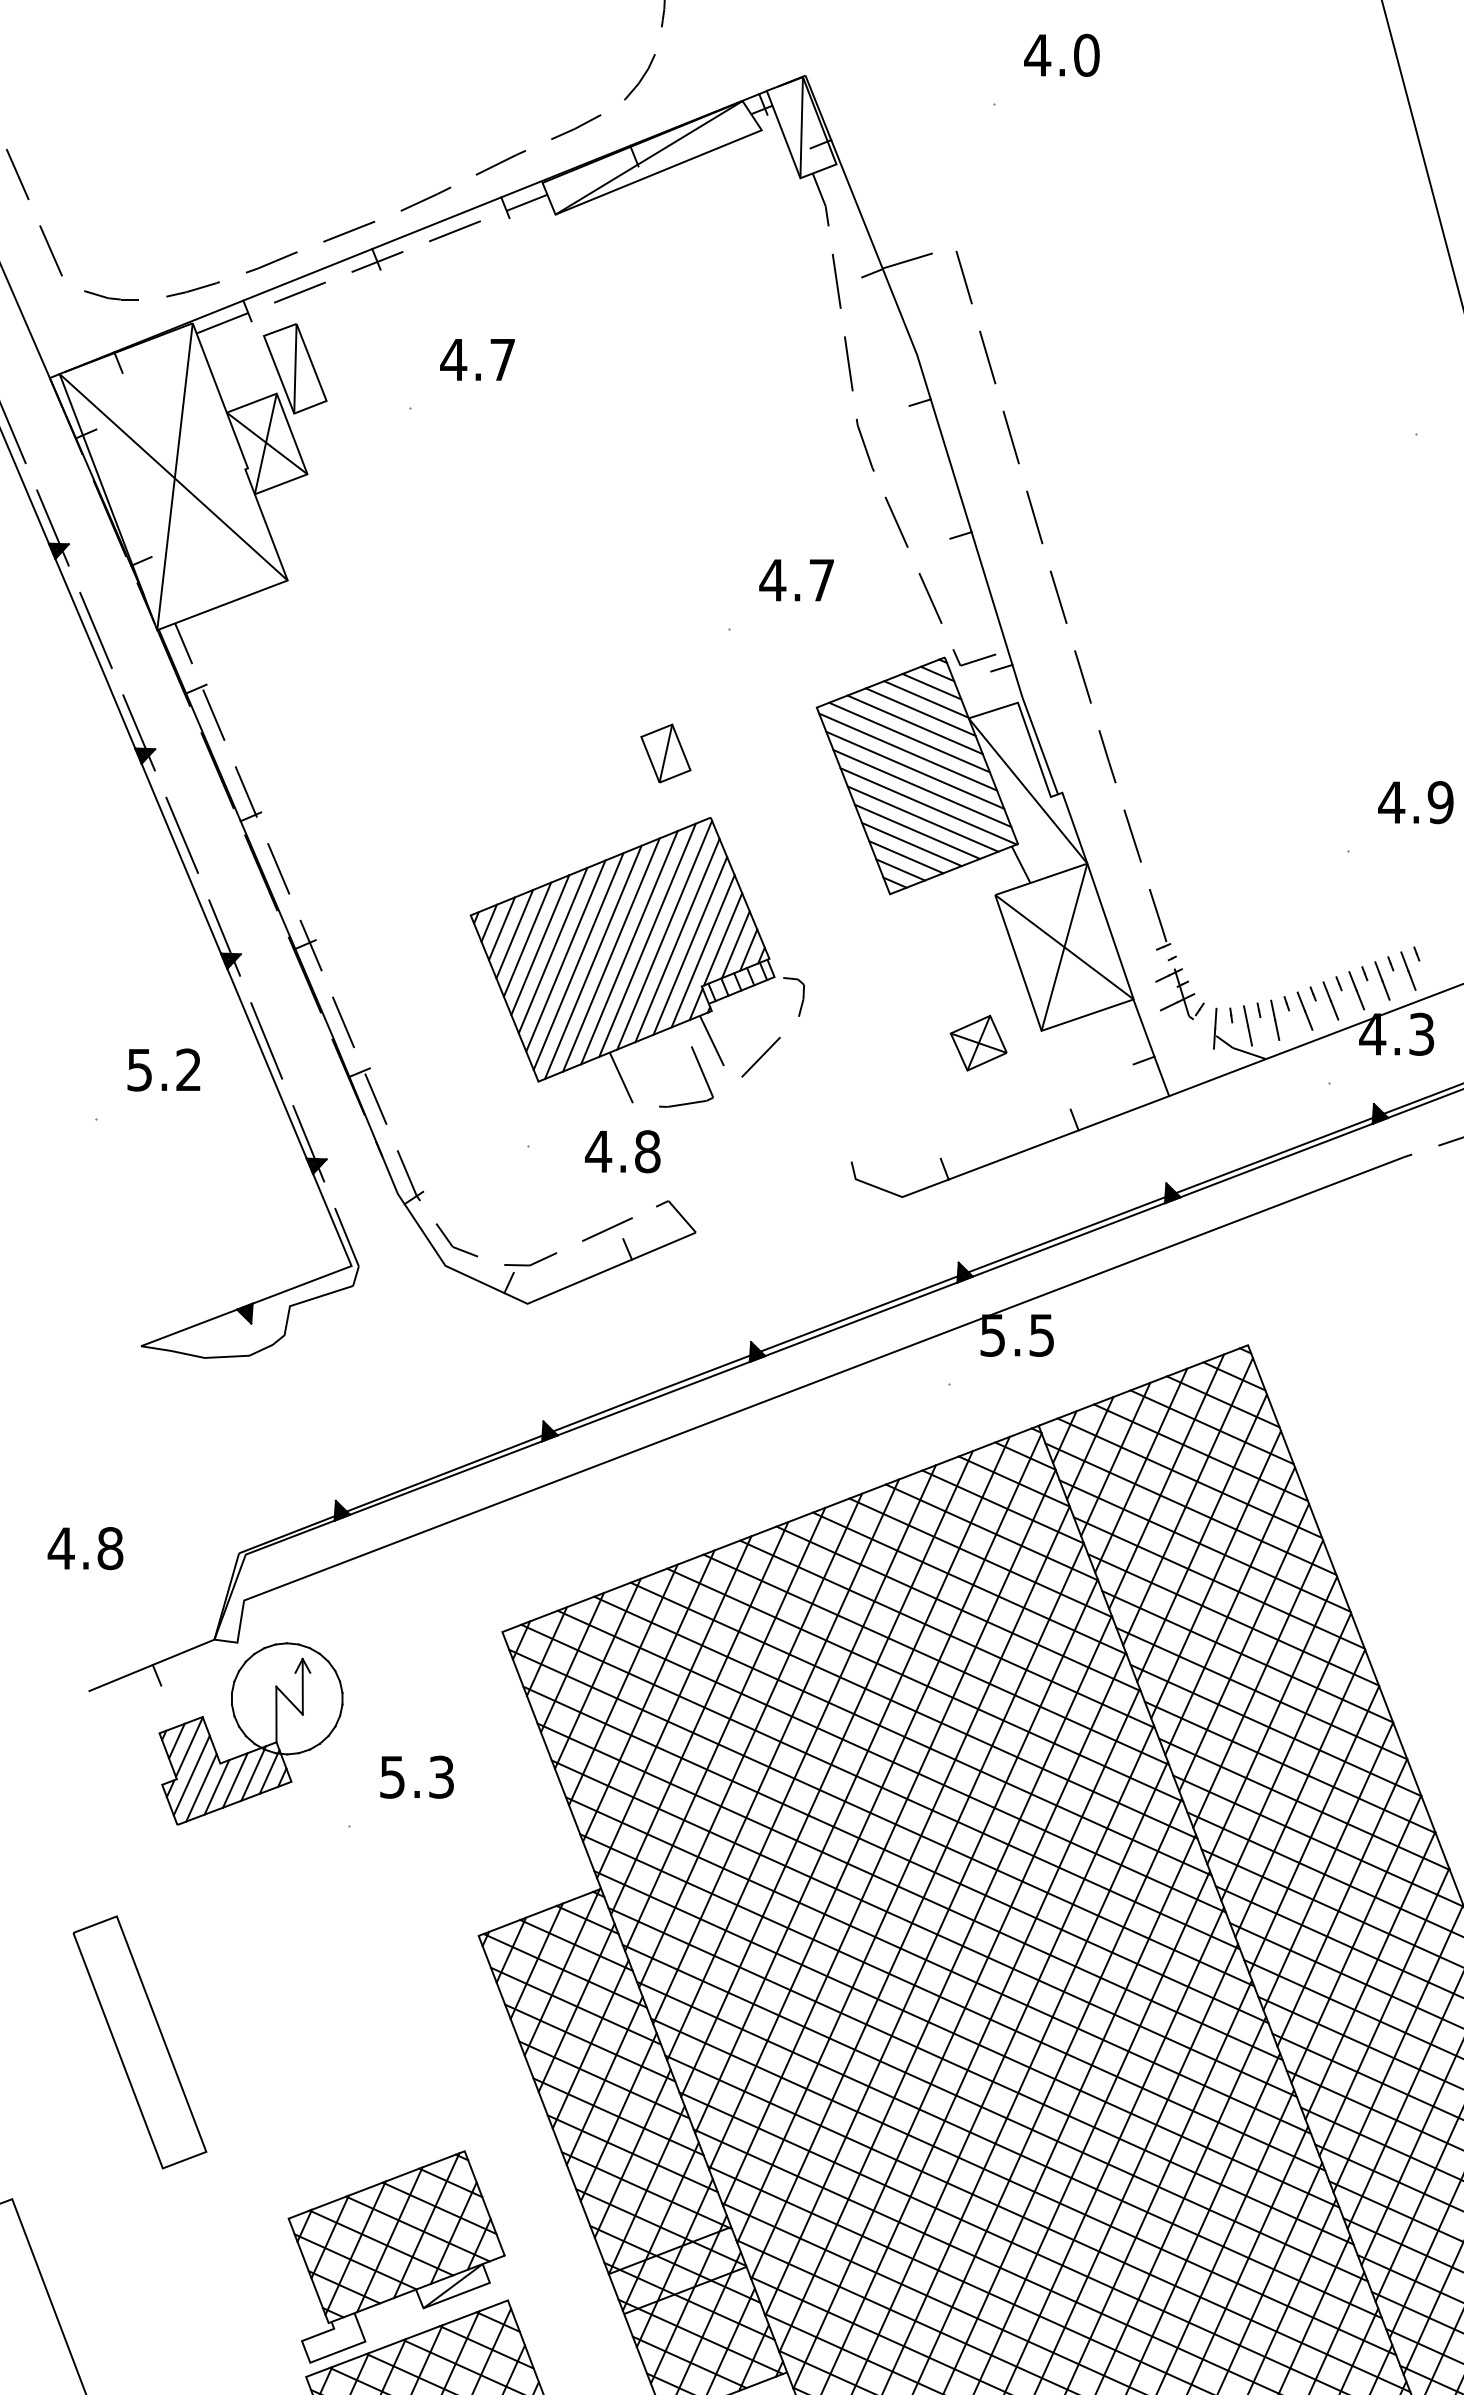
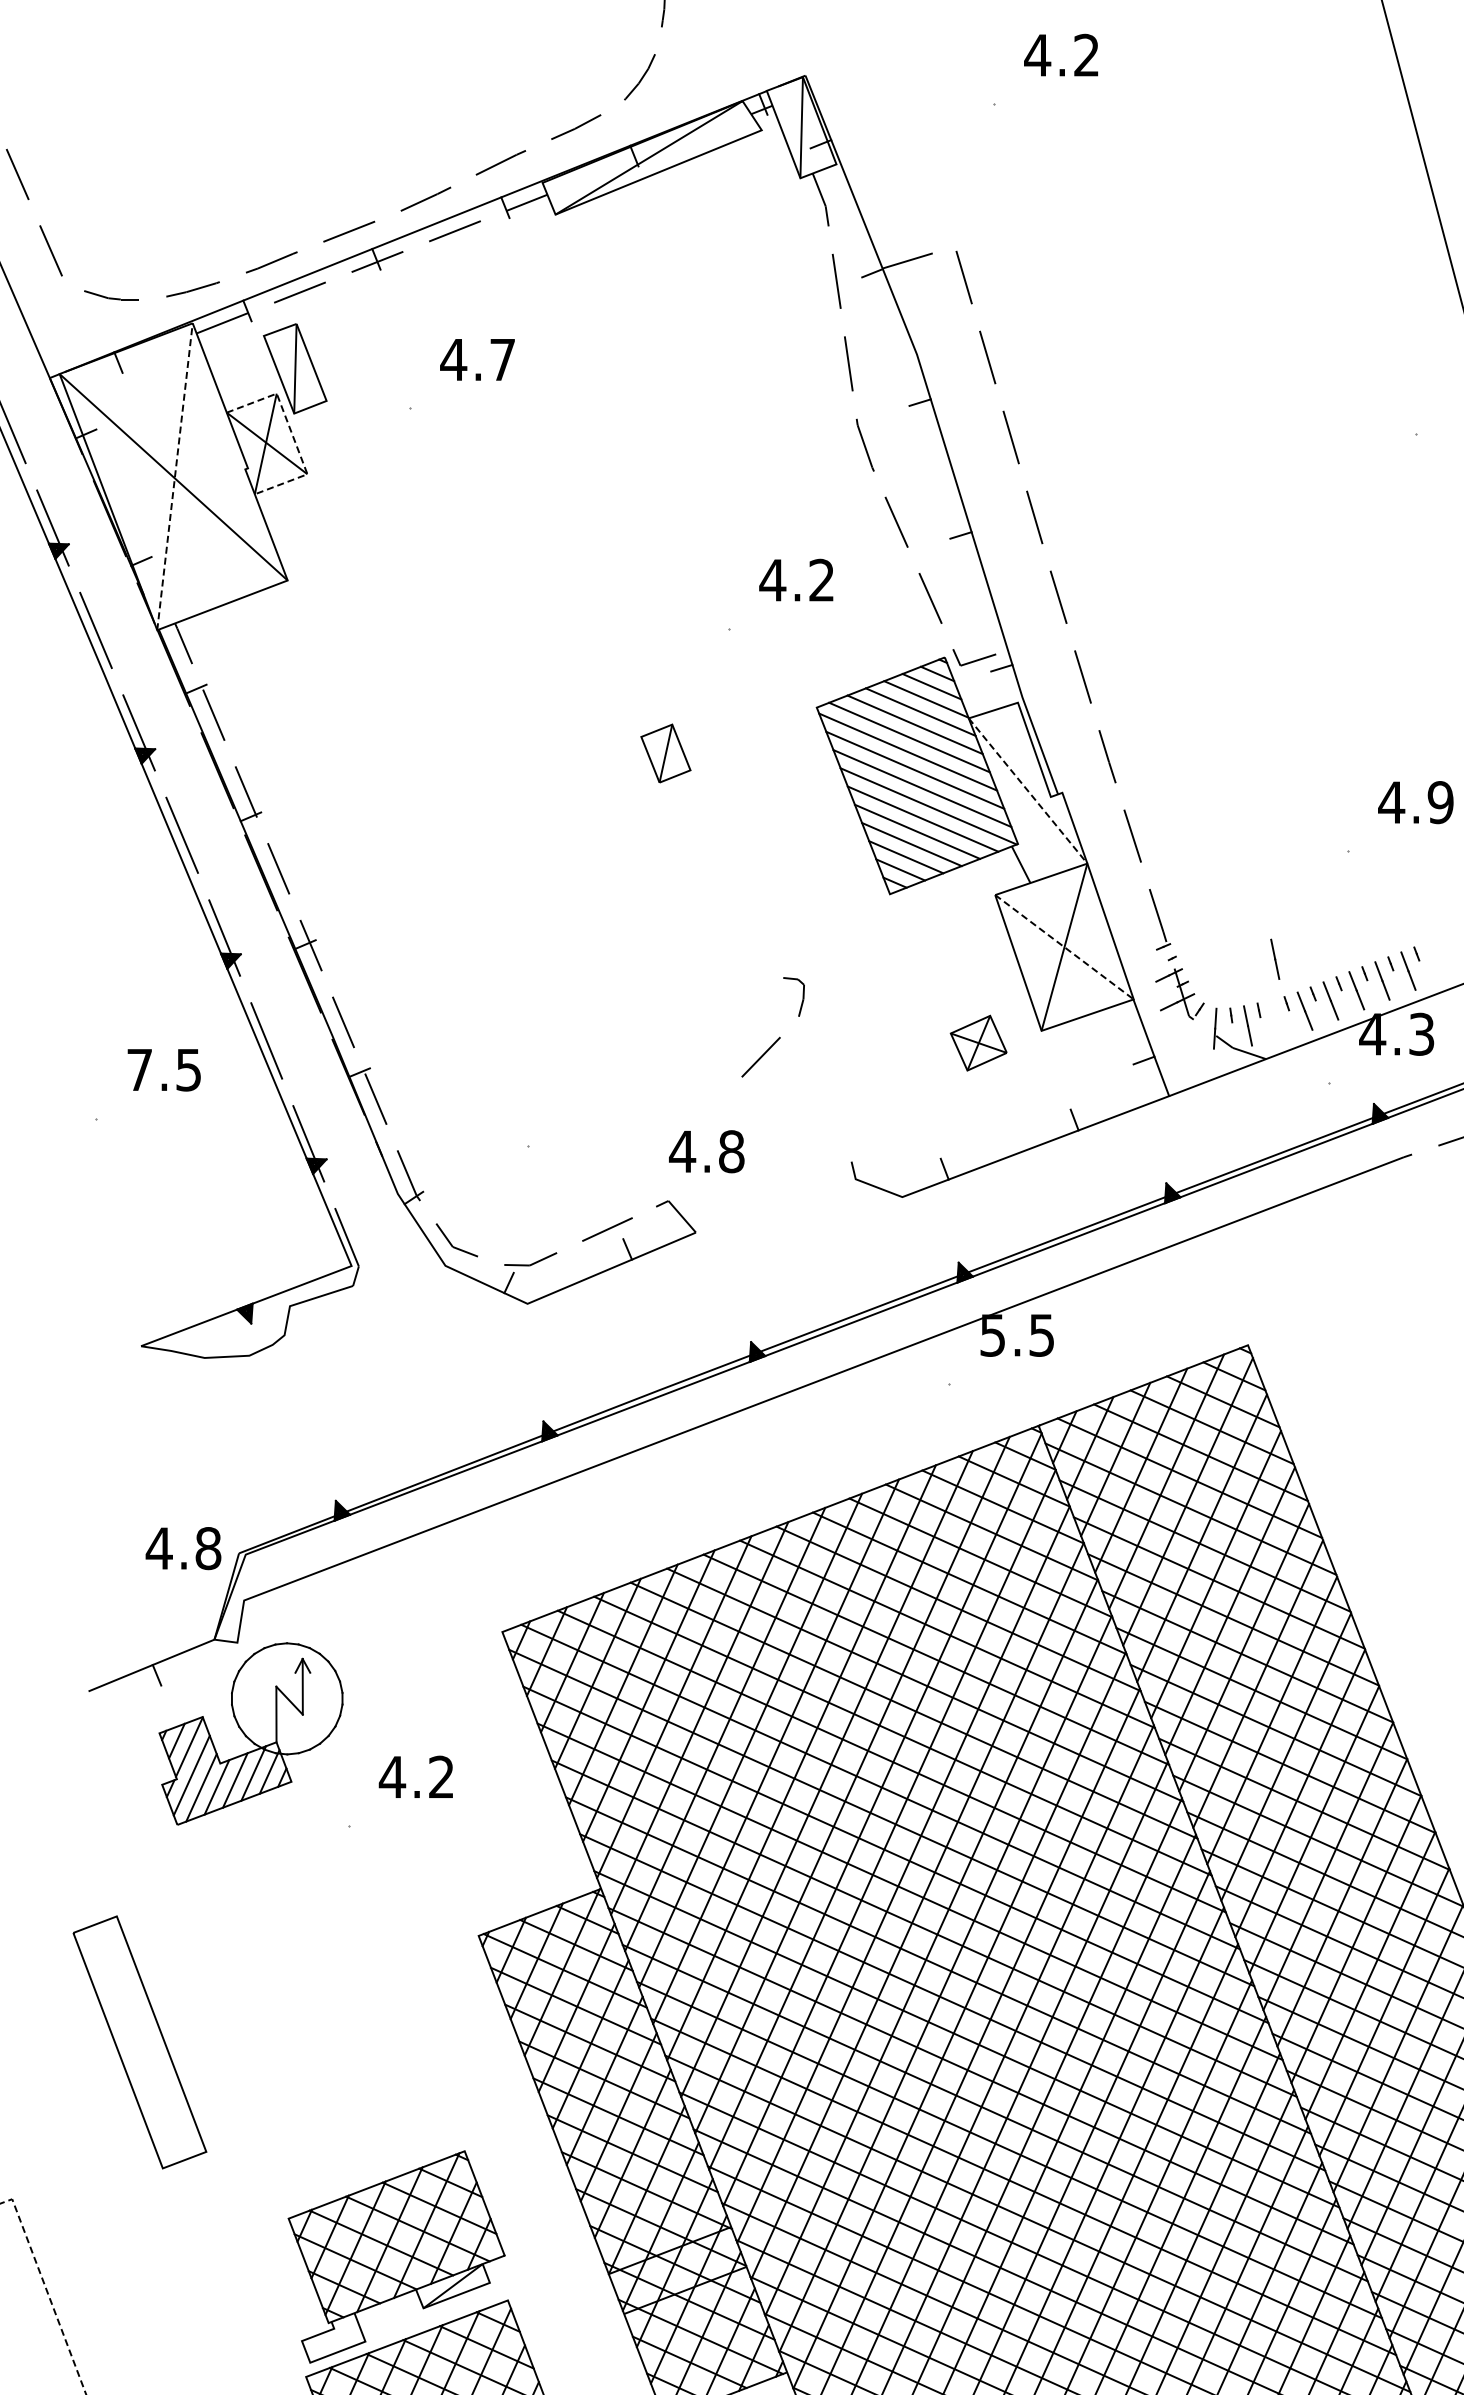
text at (1086, 54): 4.0 -> 4.2
line at (292, 435): solid -> dashed
line at (175, 476): solid -> dashed
text at (821, 579): 4.7 -> 4.2
line at (1028, 791): solid -> dashed
line at (1064, 947): solid -> dashed
part at (622, 962): present -> none
line at (1275, 1019) position: (1275, 1019) -> (1275, 958)
text at (163, 1069): 5.2 -> 7.5
text at (622, 1151) position: (622, 1151) -> (706, 1151)
text at (85, 1548) position: (85, 1548) -> (183, 1548)
text at (415, 1776): 5.3 -> 4.2
line at (46, 2289): solid -> dashed
